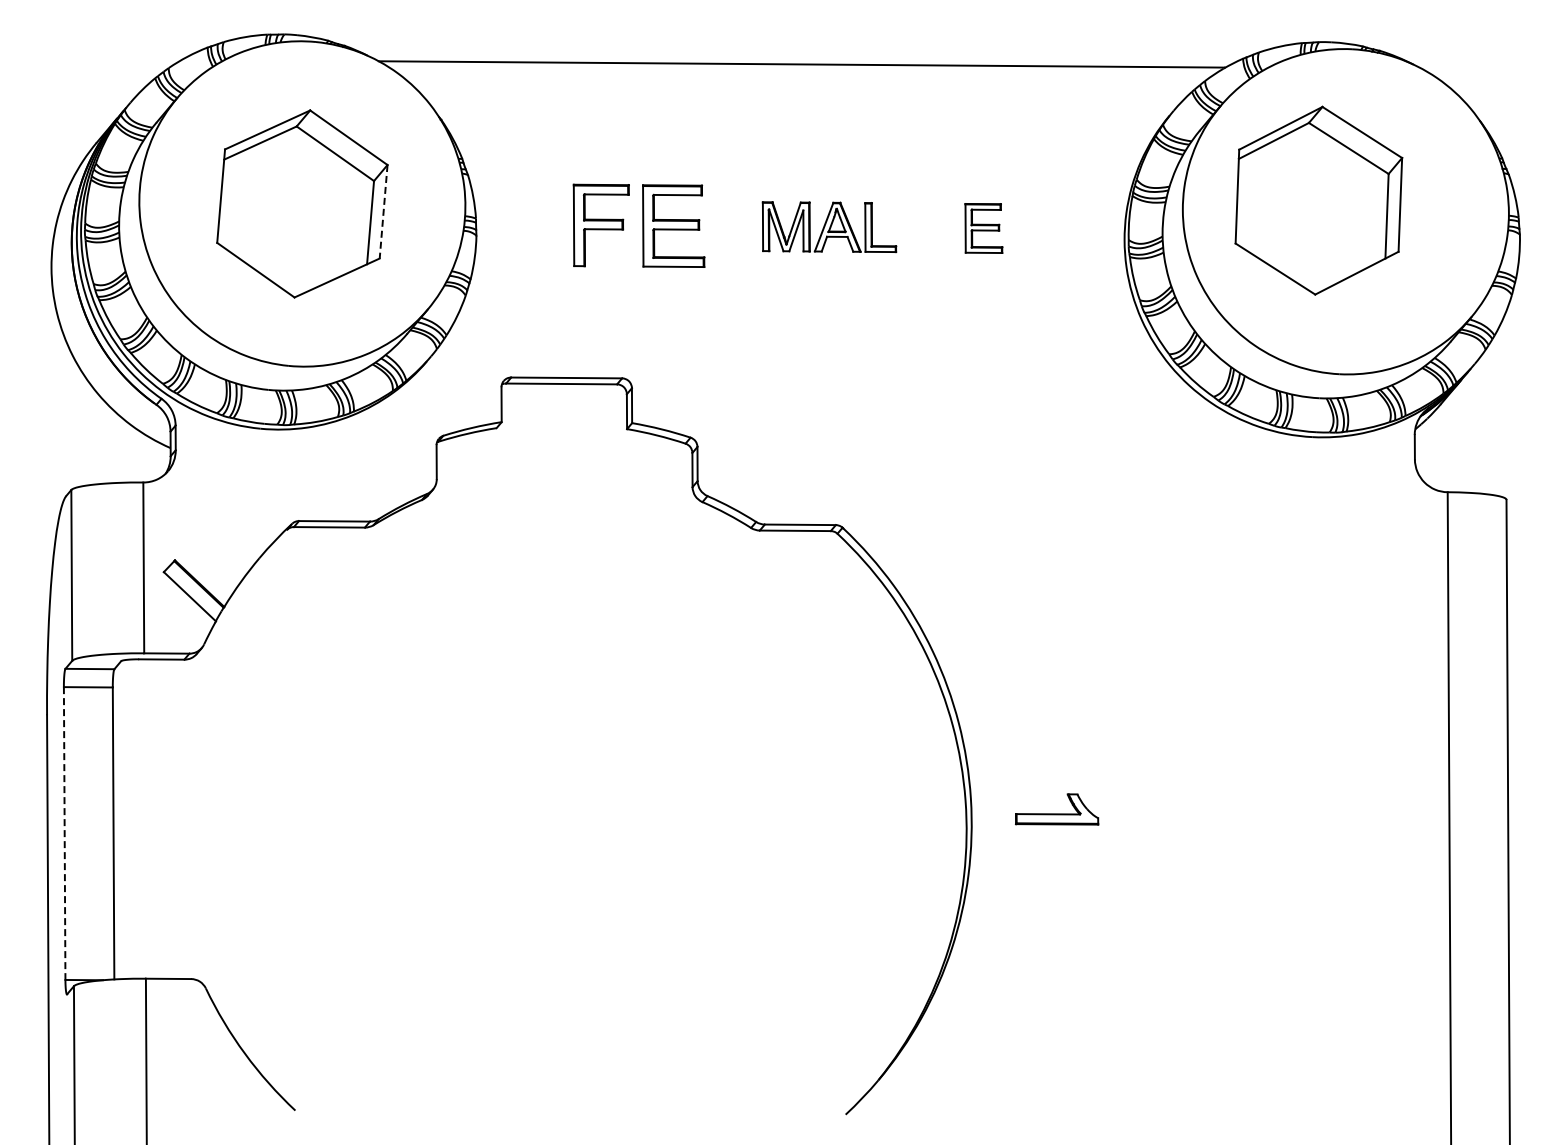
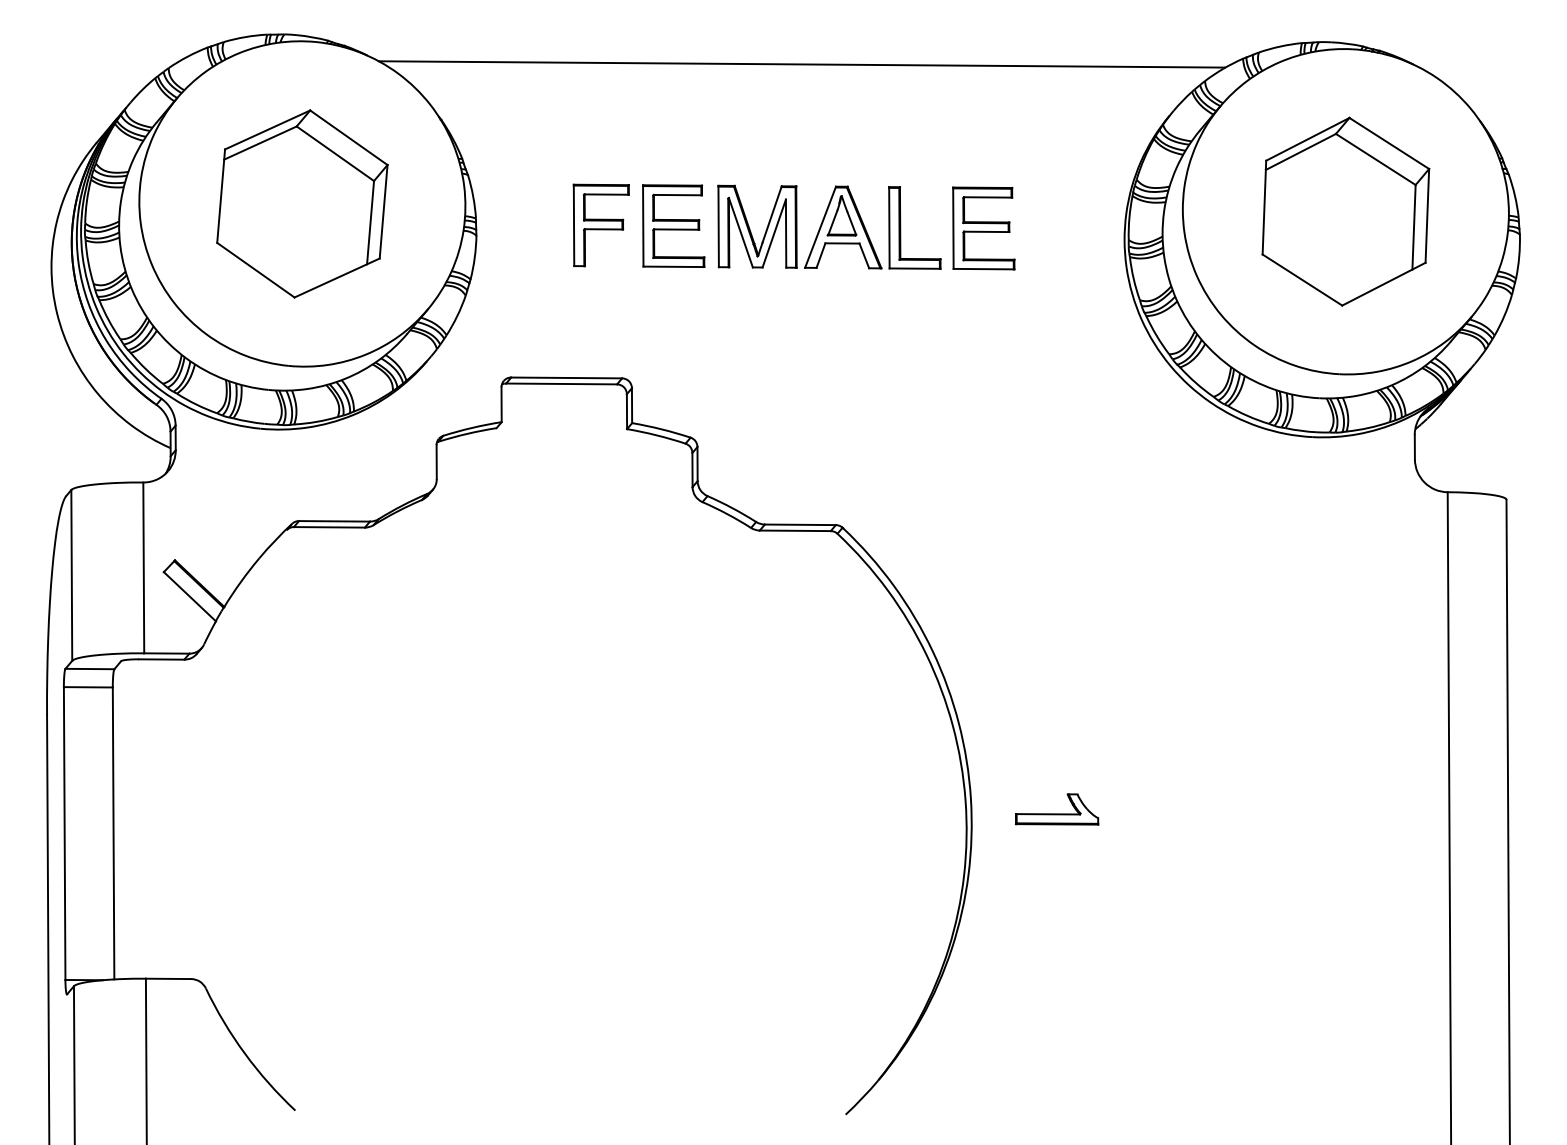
part at (1318, 200) position: (1318, 200) -> (1345, 211)
line at (383, 211): dashed -> solid
part at (829, 227) size: 137x53 px -> 225x86 px
part at (983, 228) size: 40x51 px -> 64x85 px
line at (64, 834): dashed -> solid
